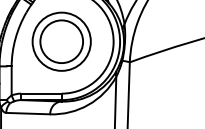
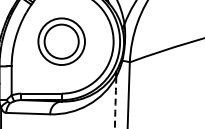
part at (61, 41) size: 61x61 px -> 49x49 px
arc at (115, 103): solid -> dashed
